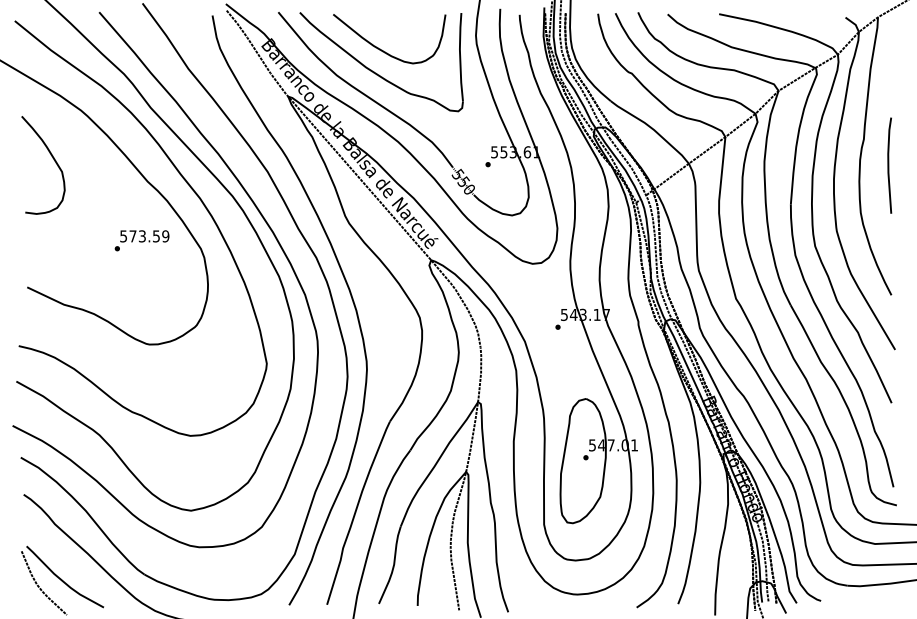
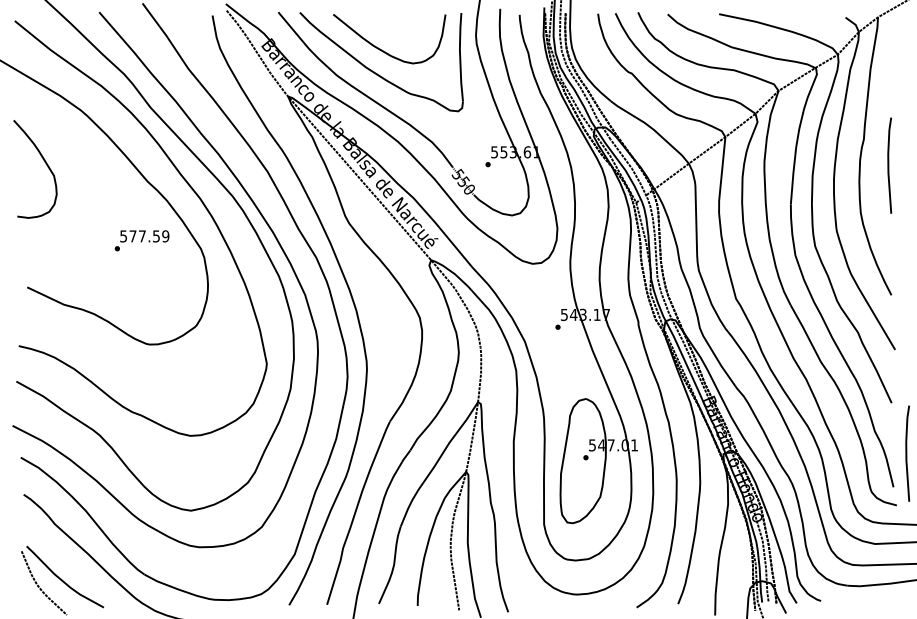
curve at (52, 158) position: (52, 158) -> (44, 162)
text at (141, 236): 573.59 -> 577.59
line at (907, 453): none -> present
